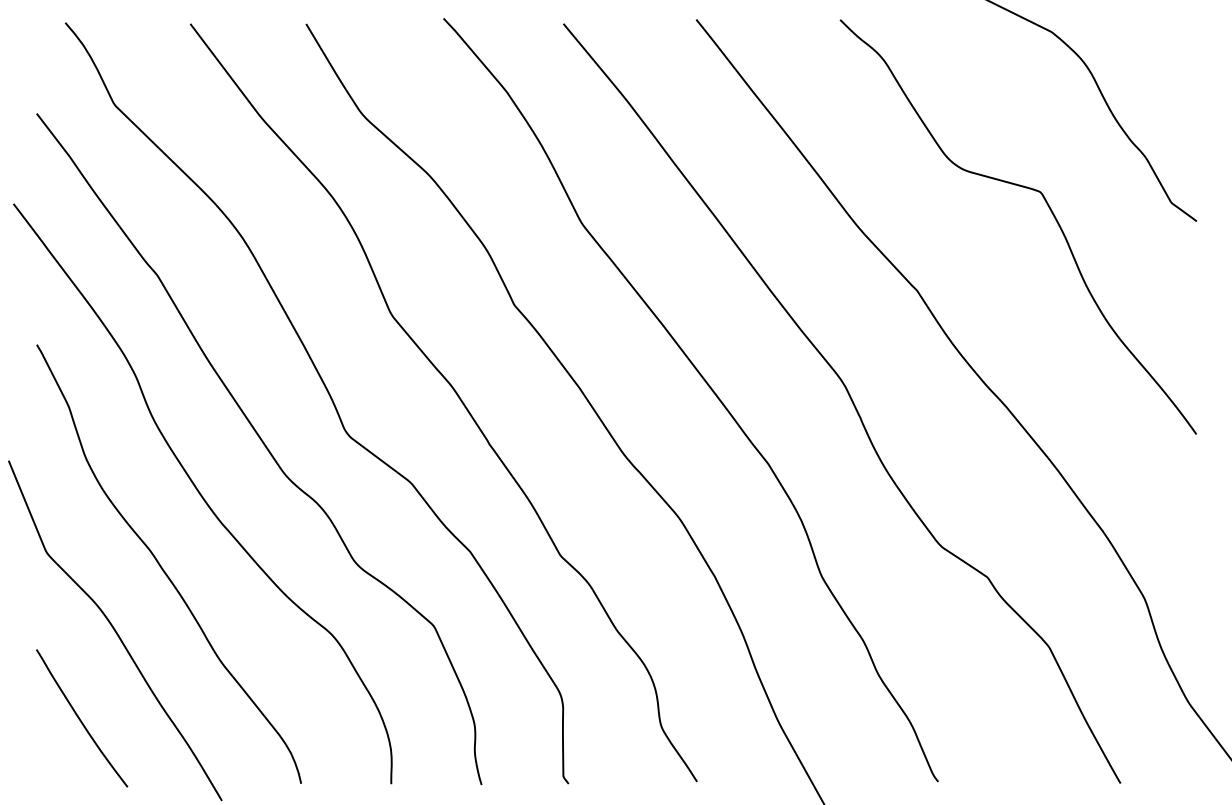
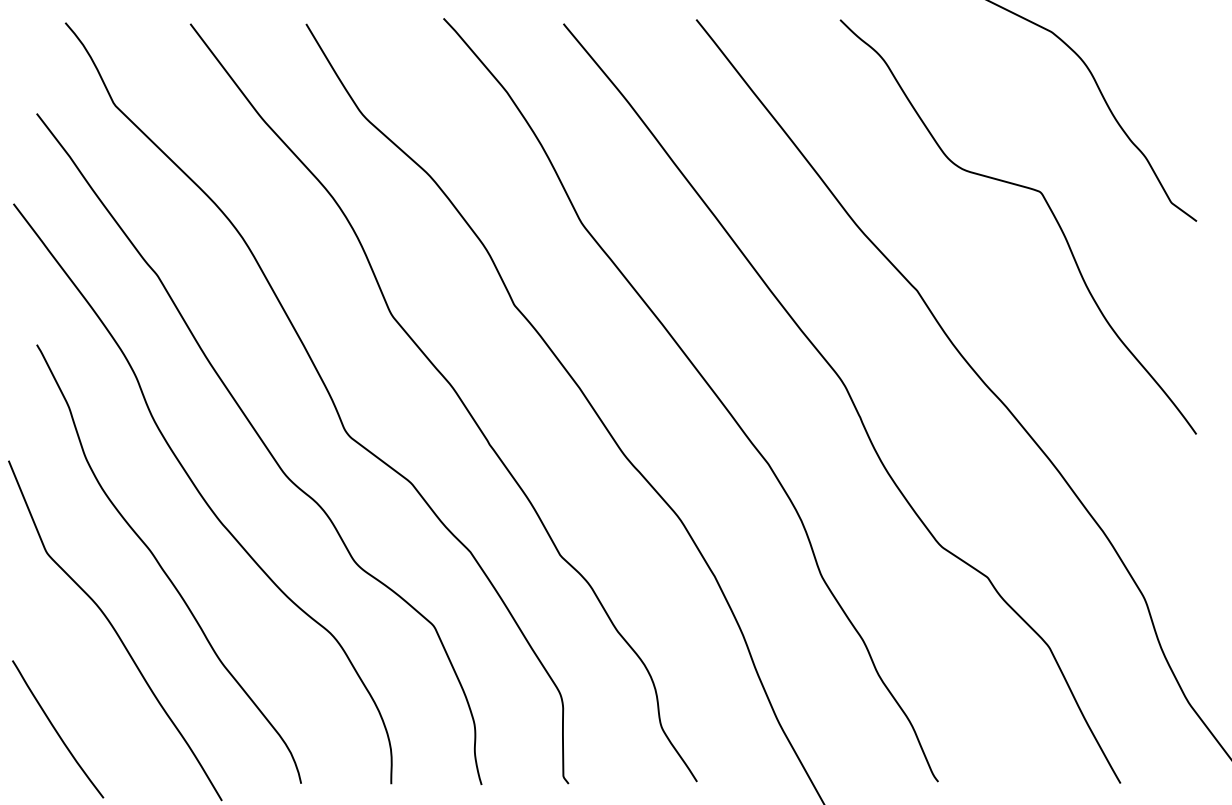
curve at (80, 718) position: (80, 718) -> (56, 729)
